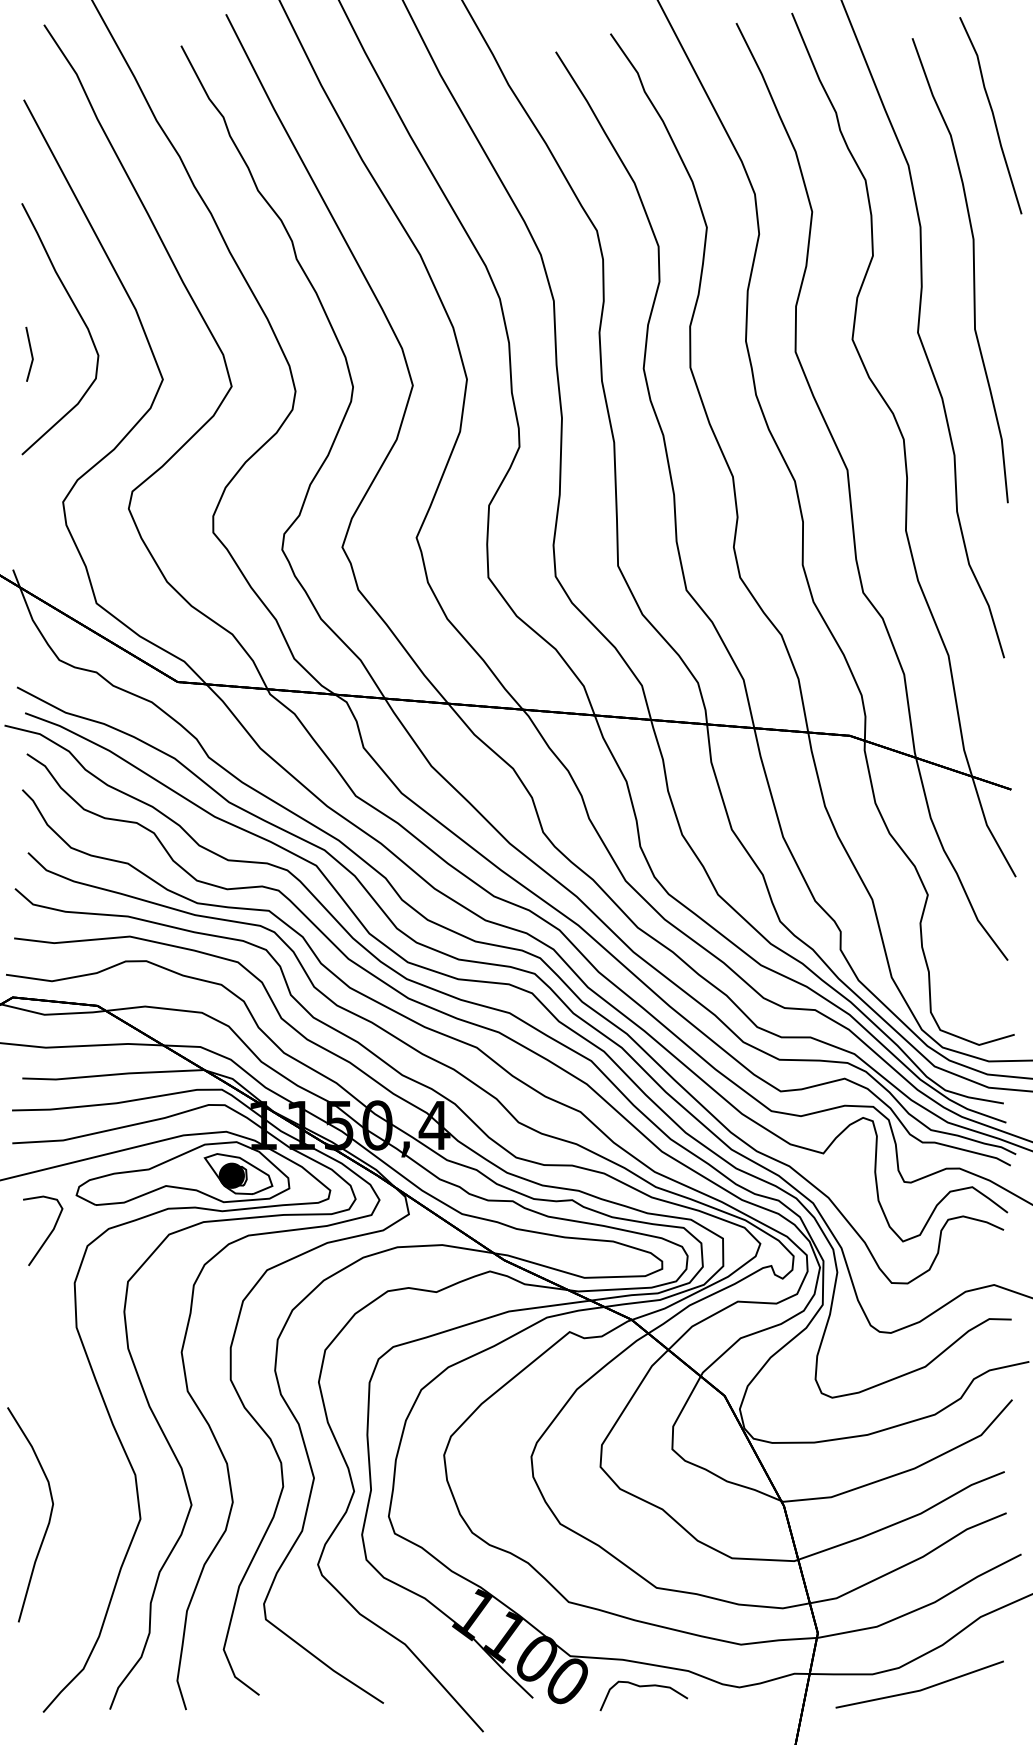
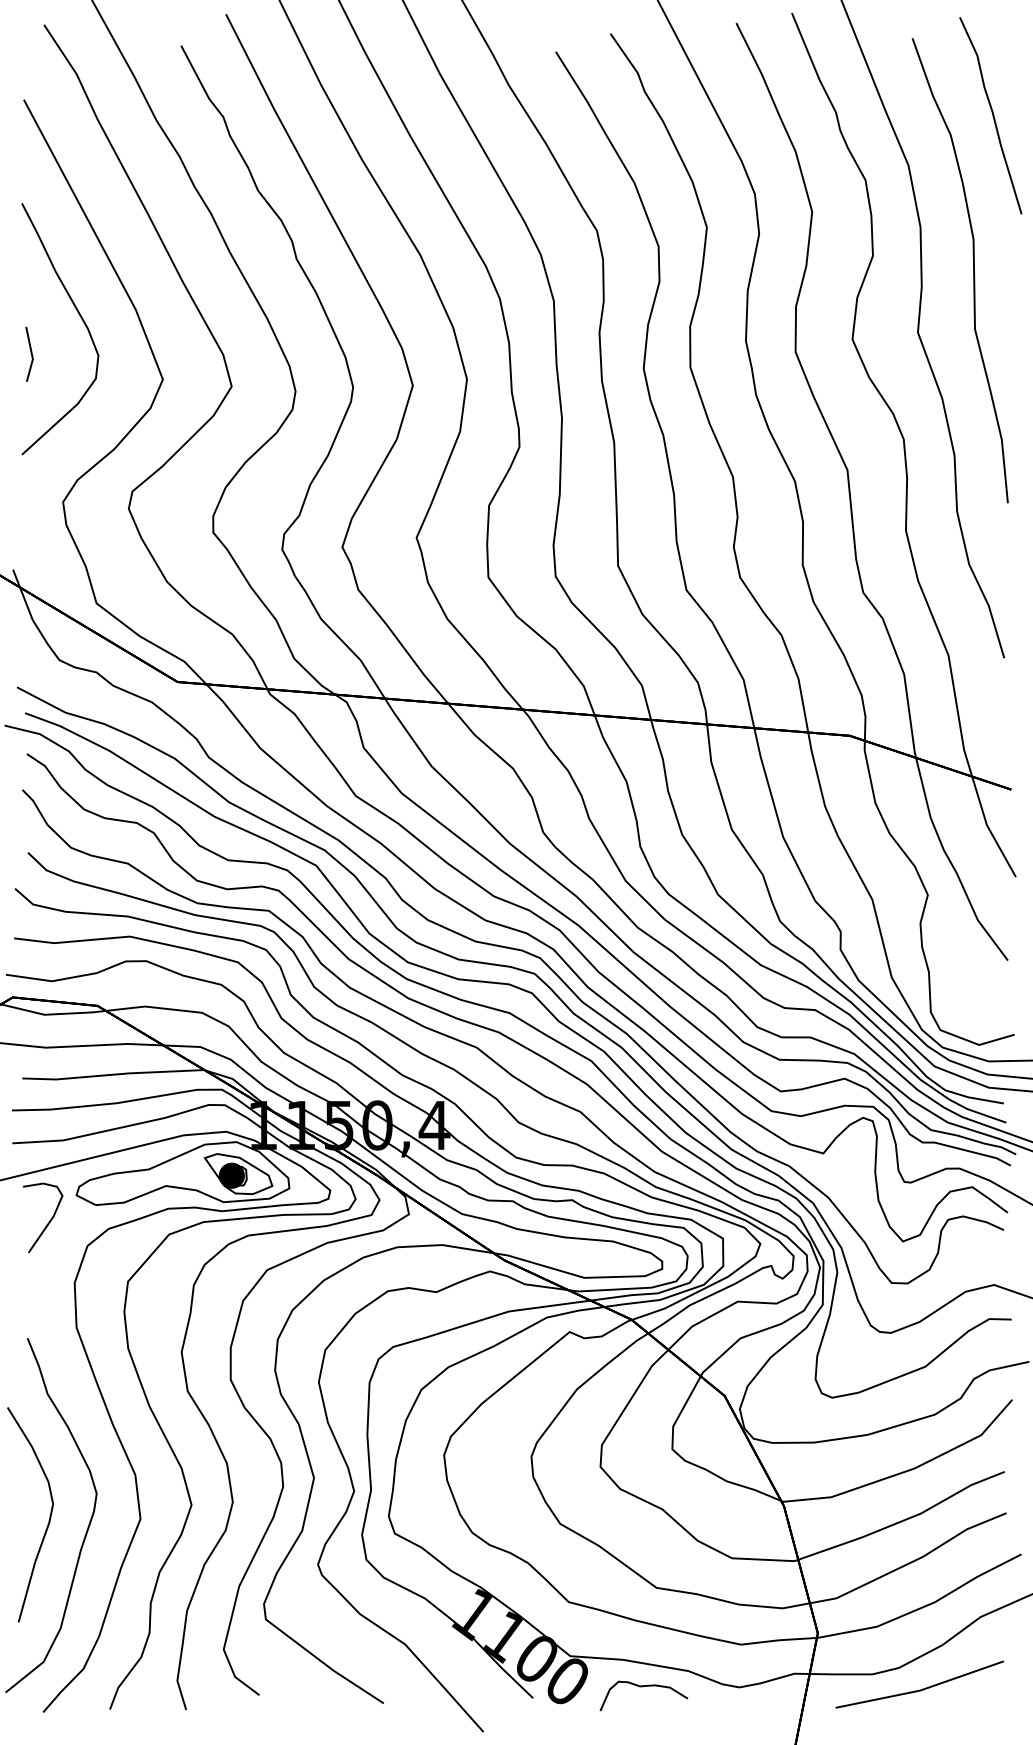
curve at (49, 1233) position: (49, 1233) -> (49, 1220)
curve at (87, 1527): none -> present
